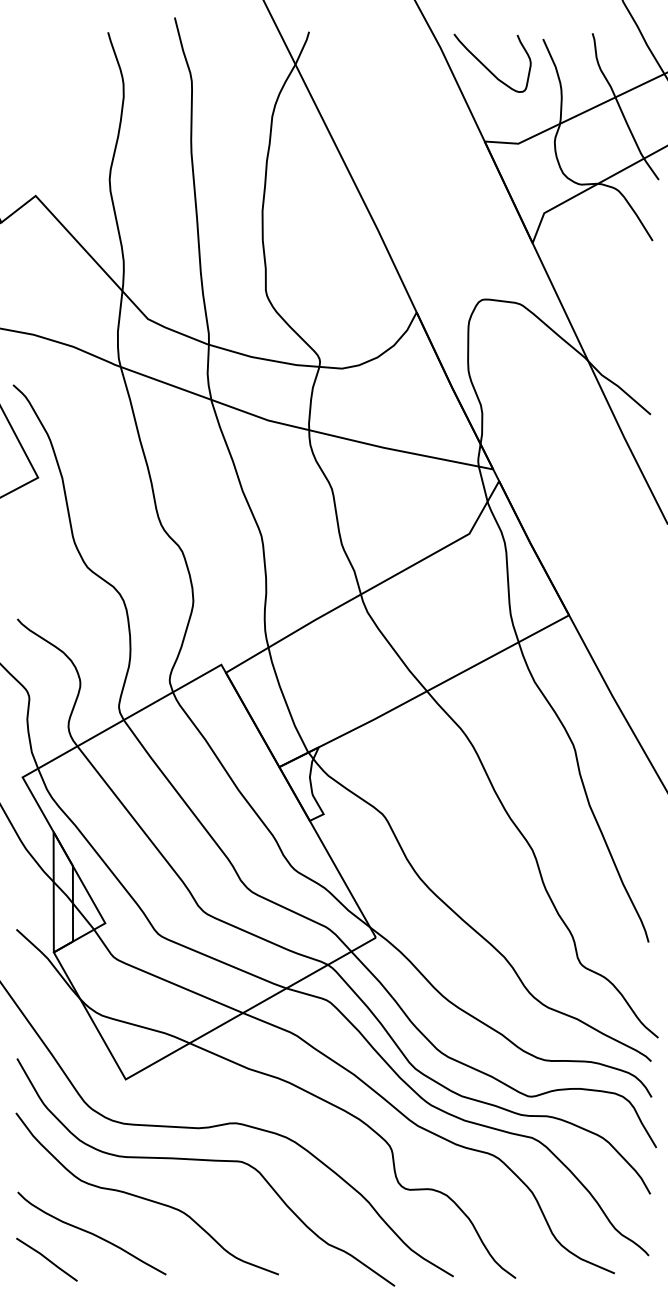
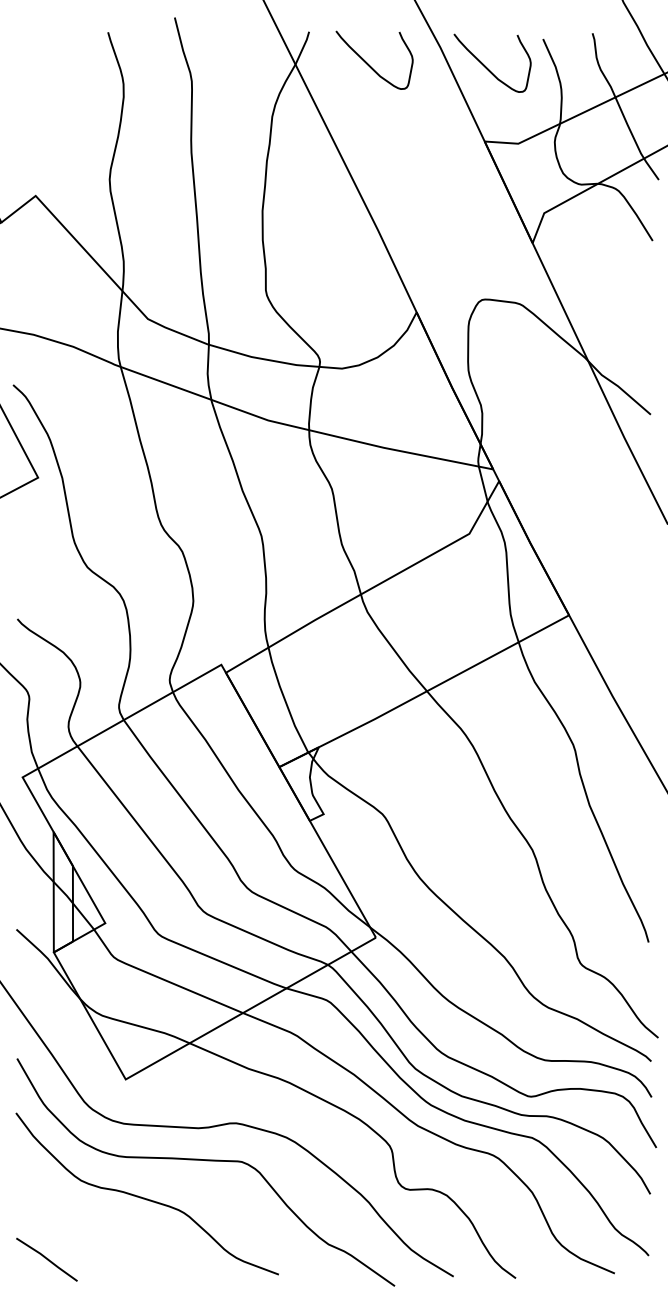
curve at (369, 64): none -> present
curve at (91, 1233): present -> none
